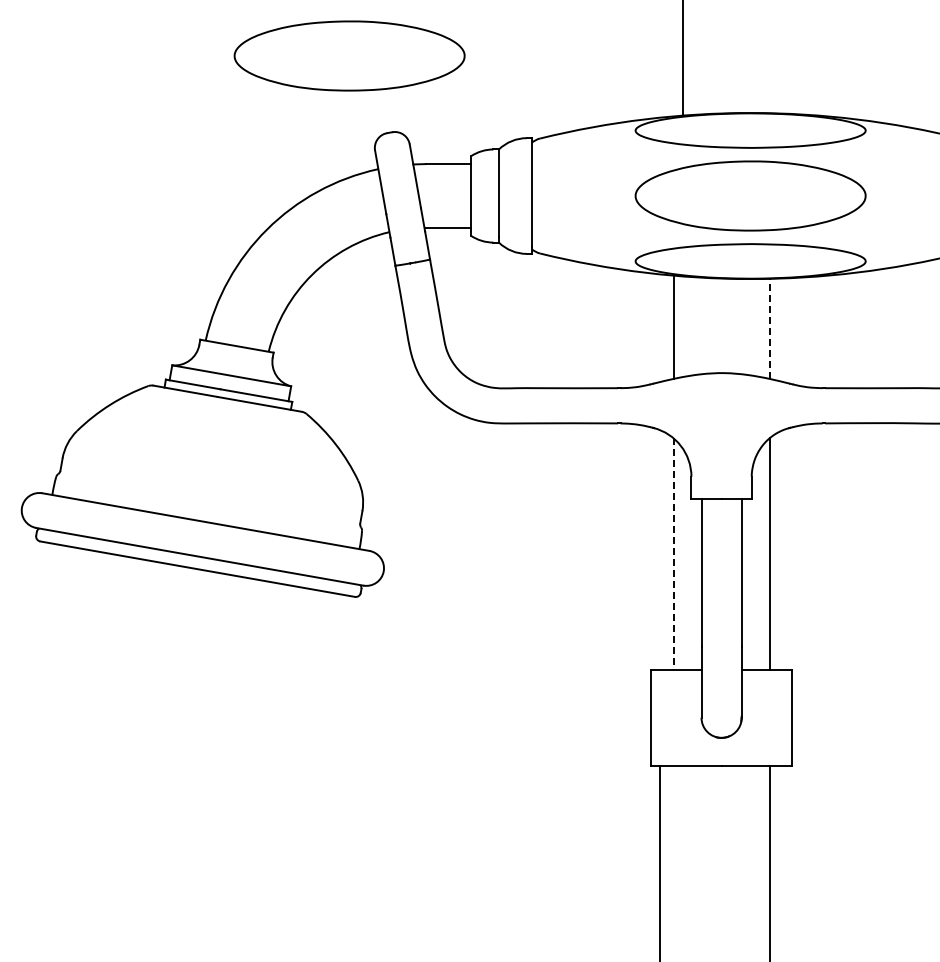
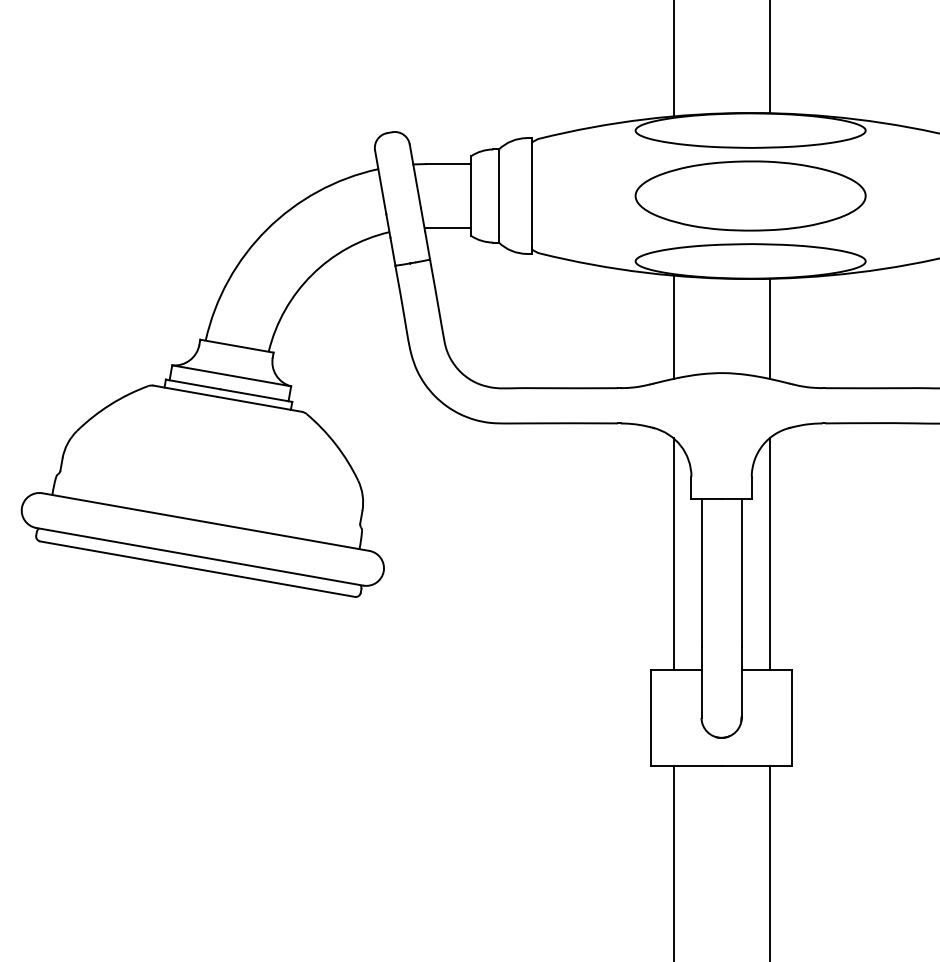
part at (349, 55): present -> none
line at (769, 57): none -> present
line at (682, 59) position: (682, 59) -> (673, 59)
line at (769, 328): dashed -> solid
line at (673, 554): dashed -> solid
line at (659, 861) position: (659, 861) -> (673, 861)
